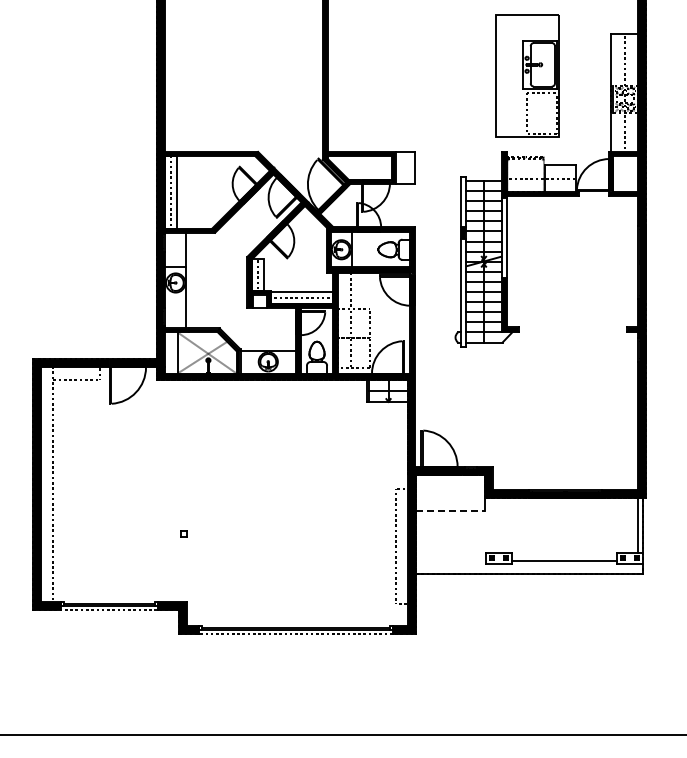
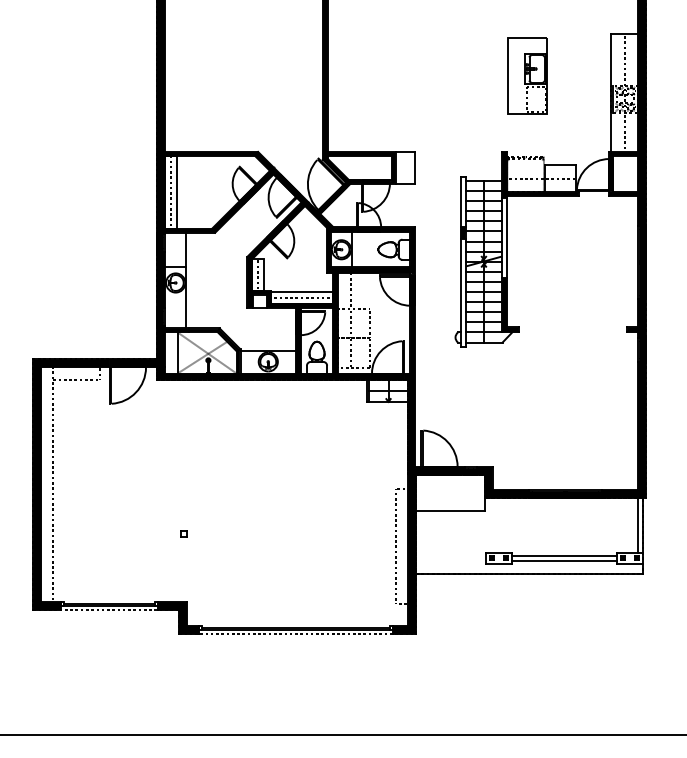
part at (527, 75) size: 65x124 px -> 41x78 px
line at (450, 511): dashed -> solid
line at (564, 555): none -> present
